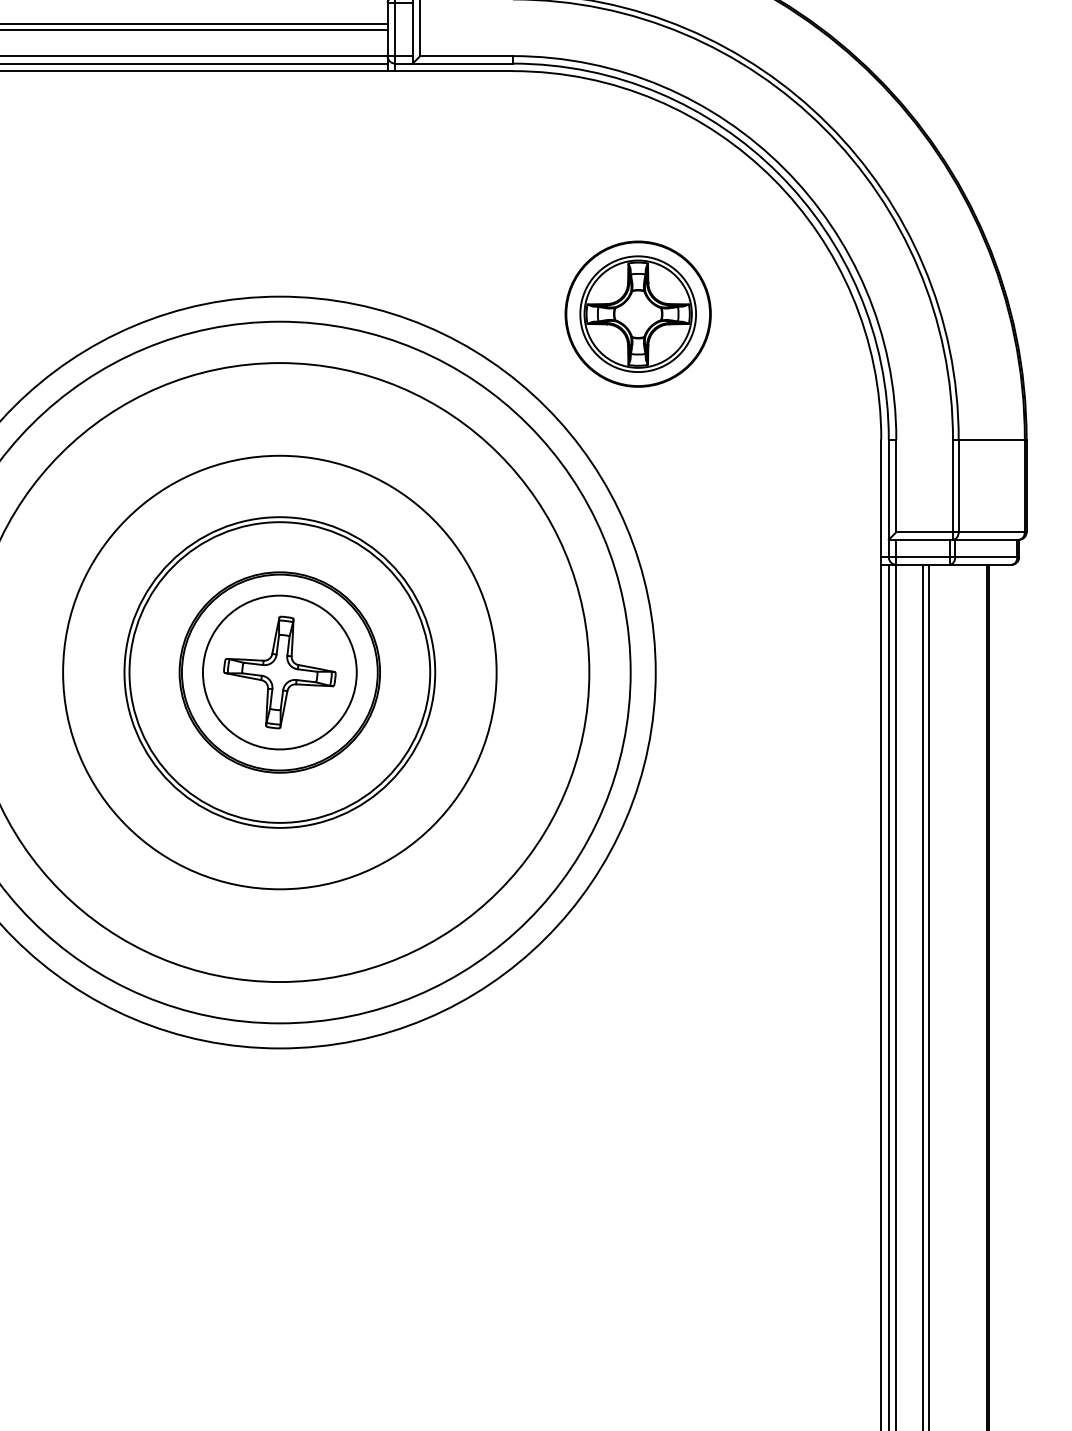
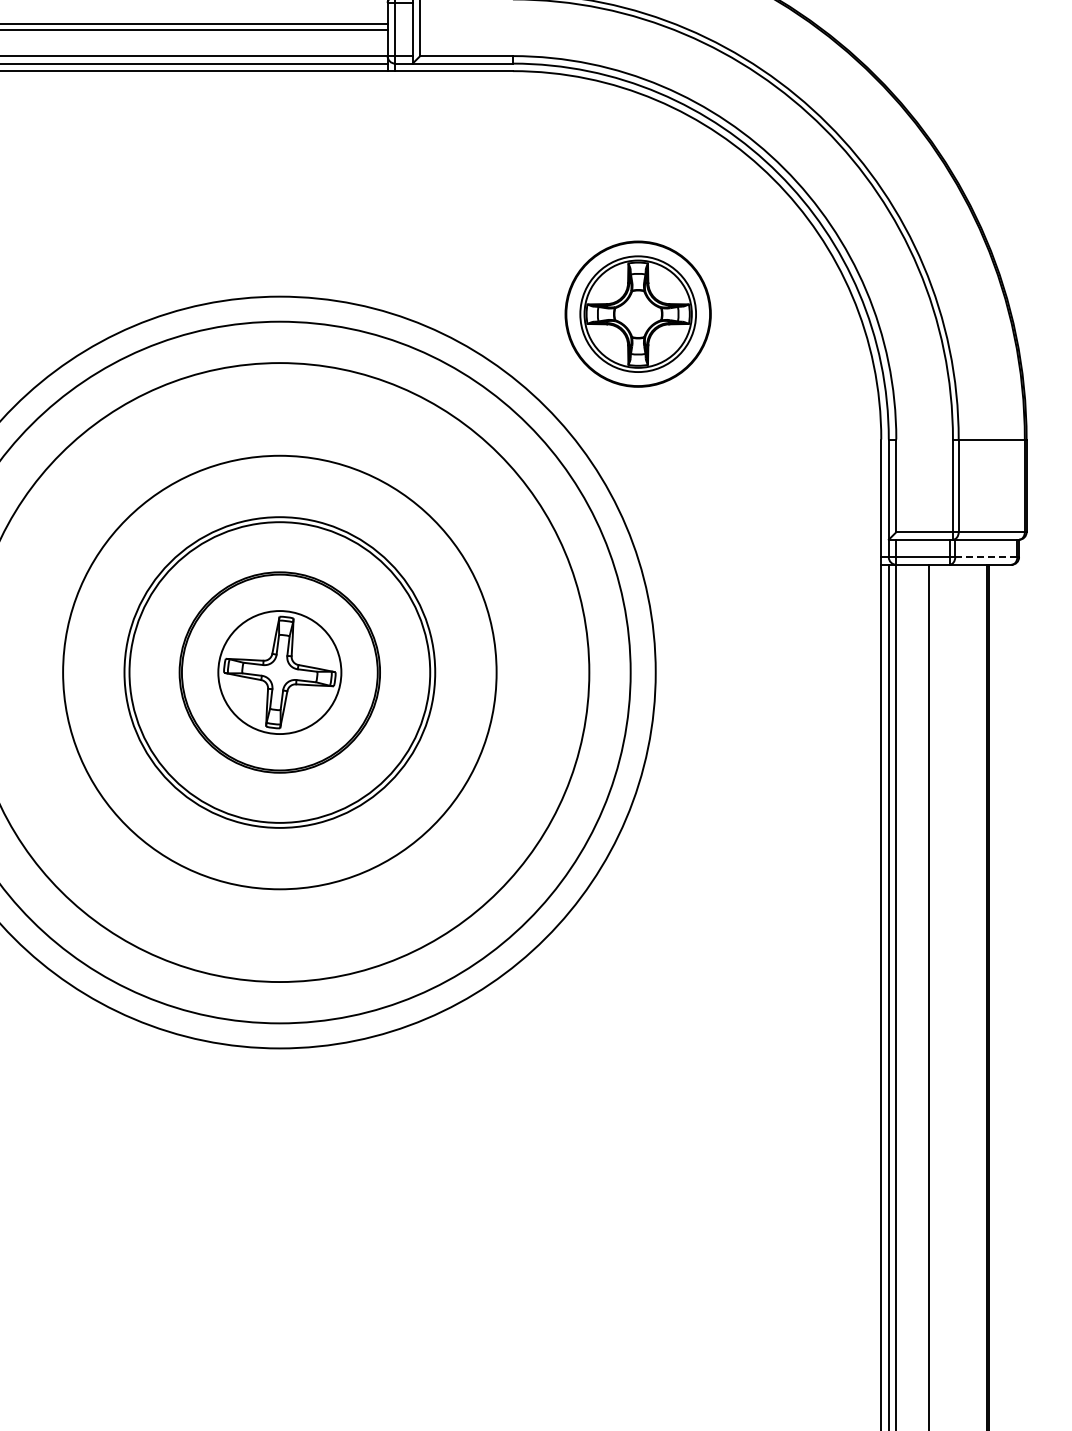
line at (985, 557): solid -> dashed
circle at (279, 672) diameter: 154 px -> 123 px
line at (922, 995): present -> none
